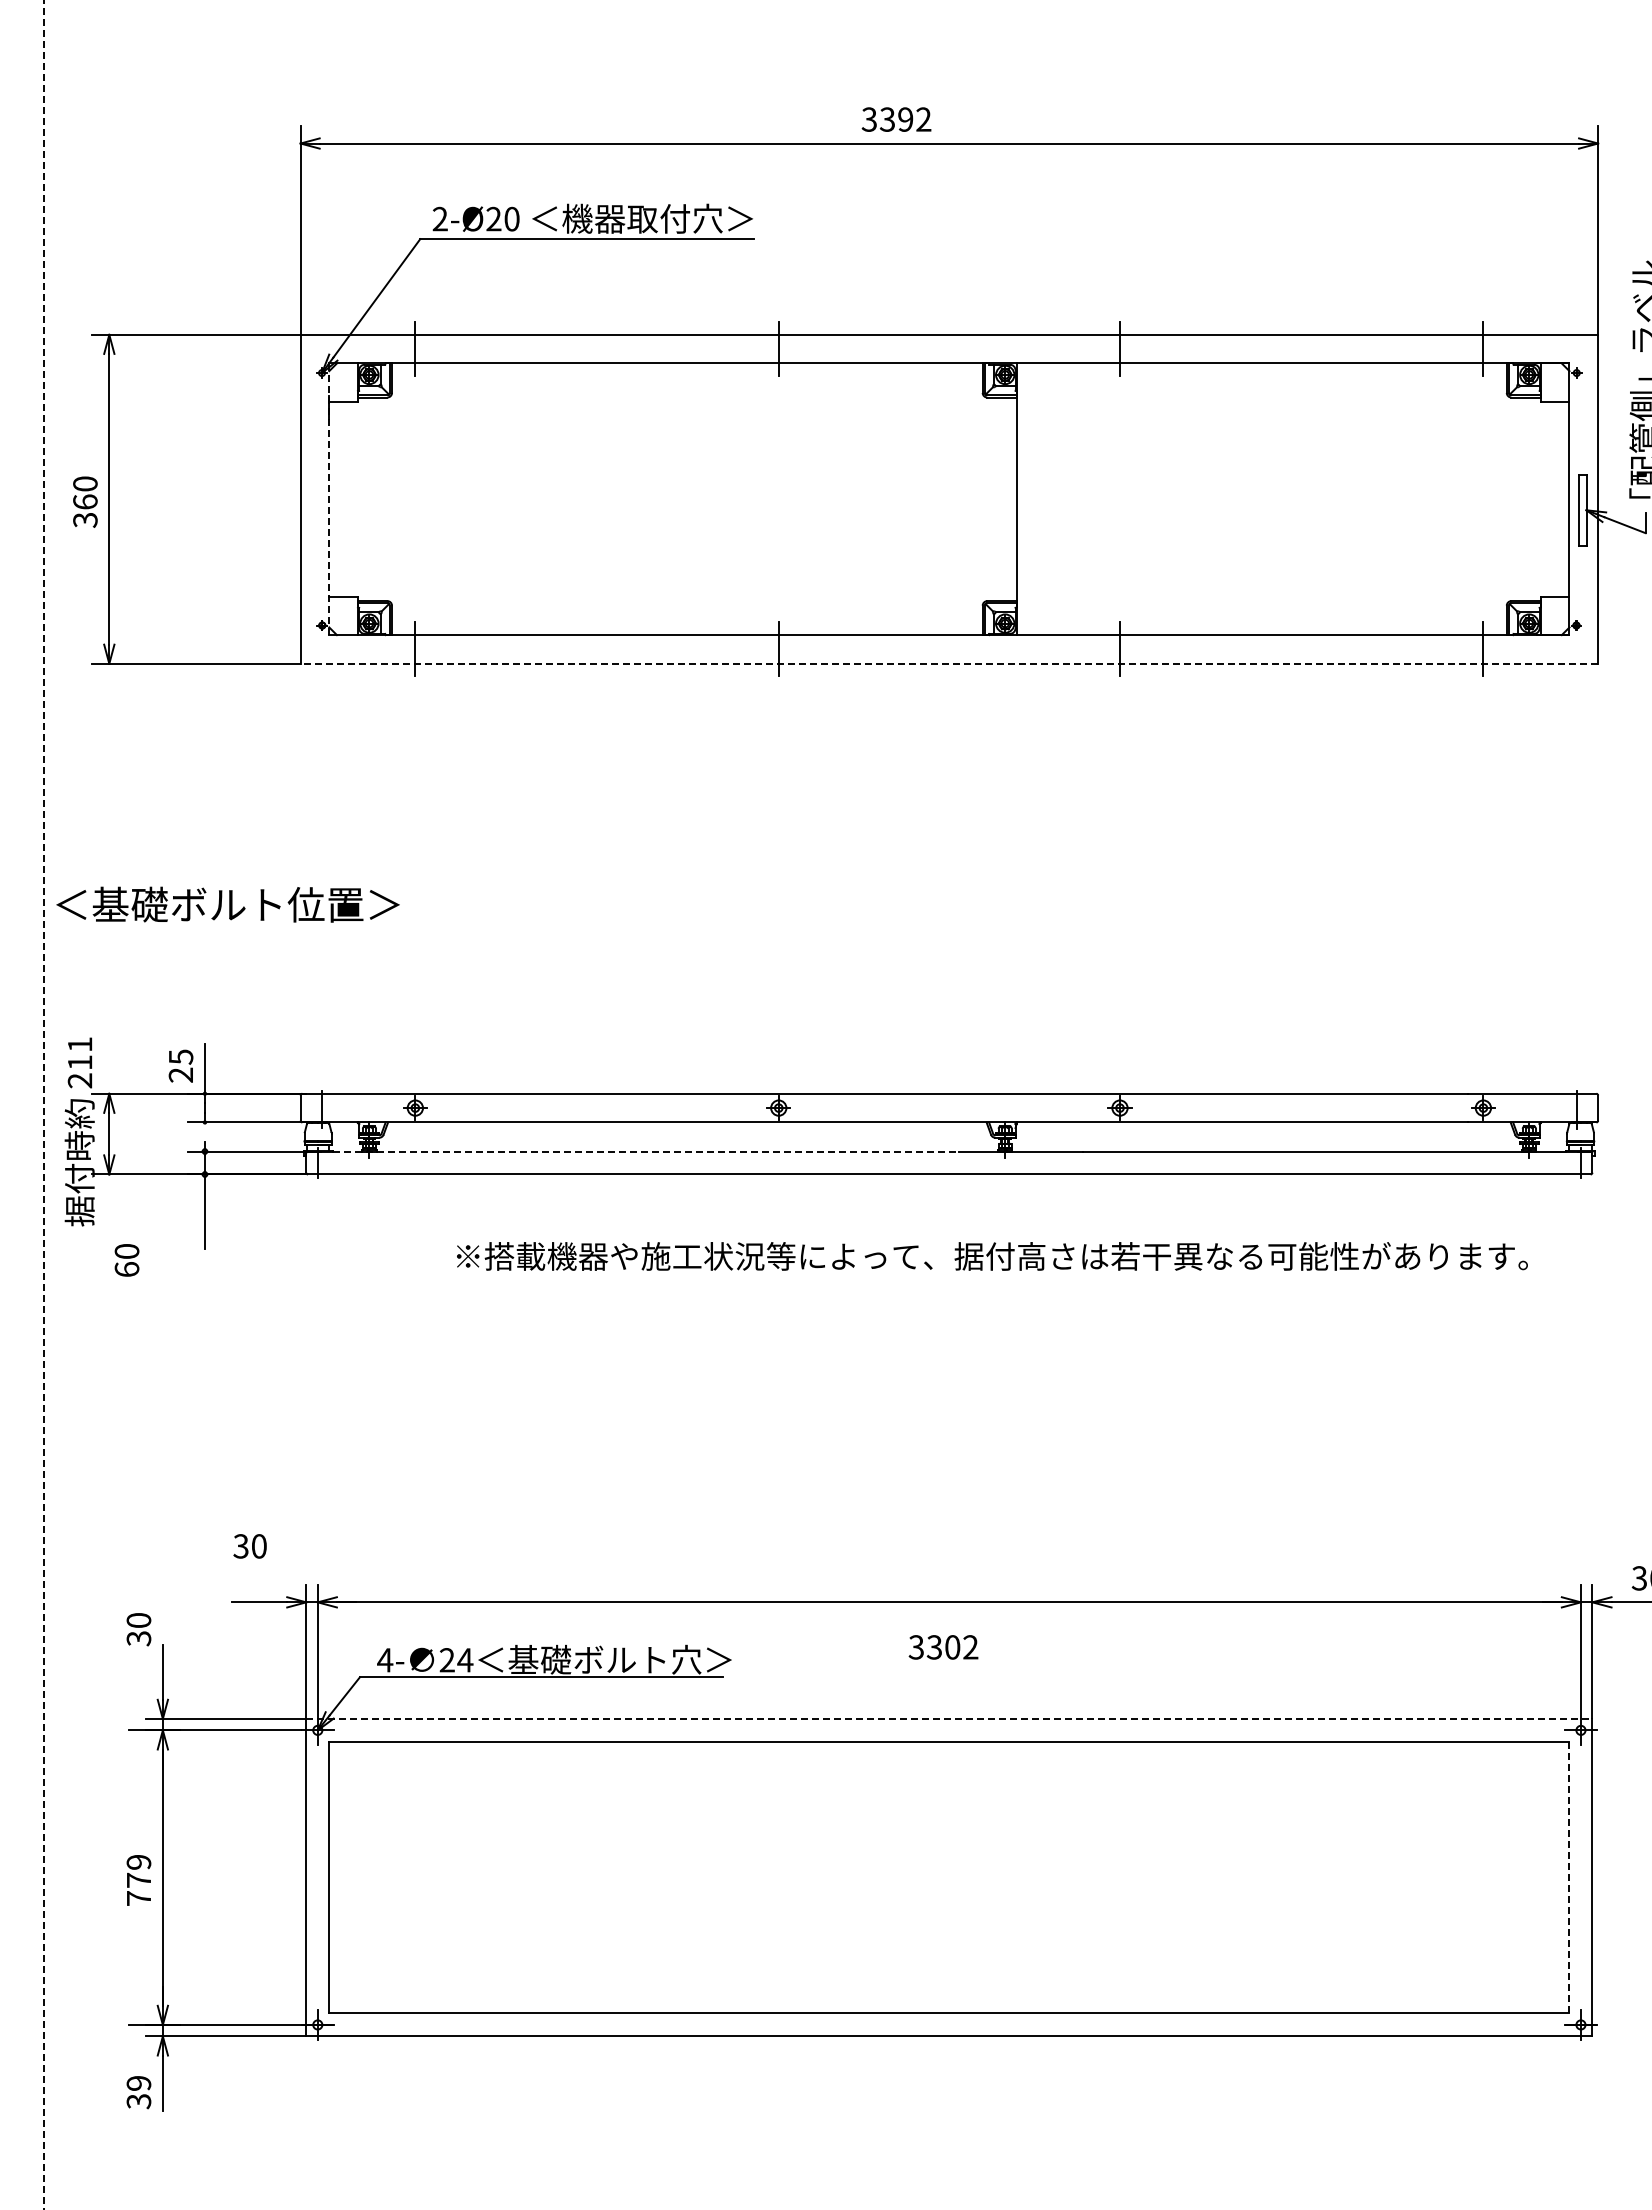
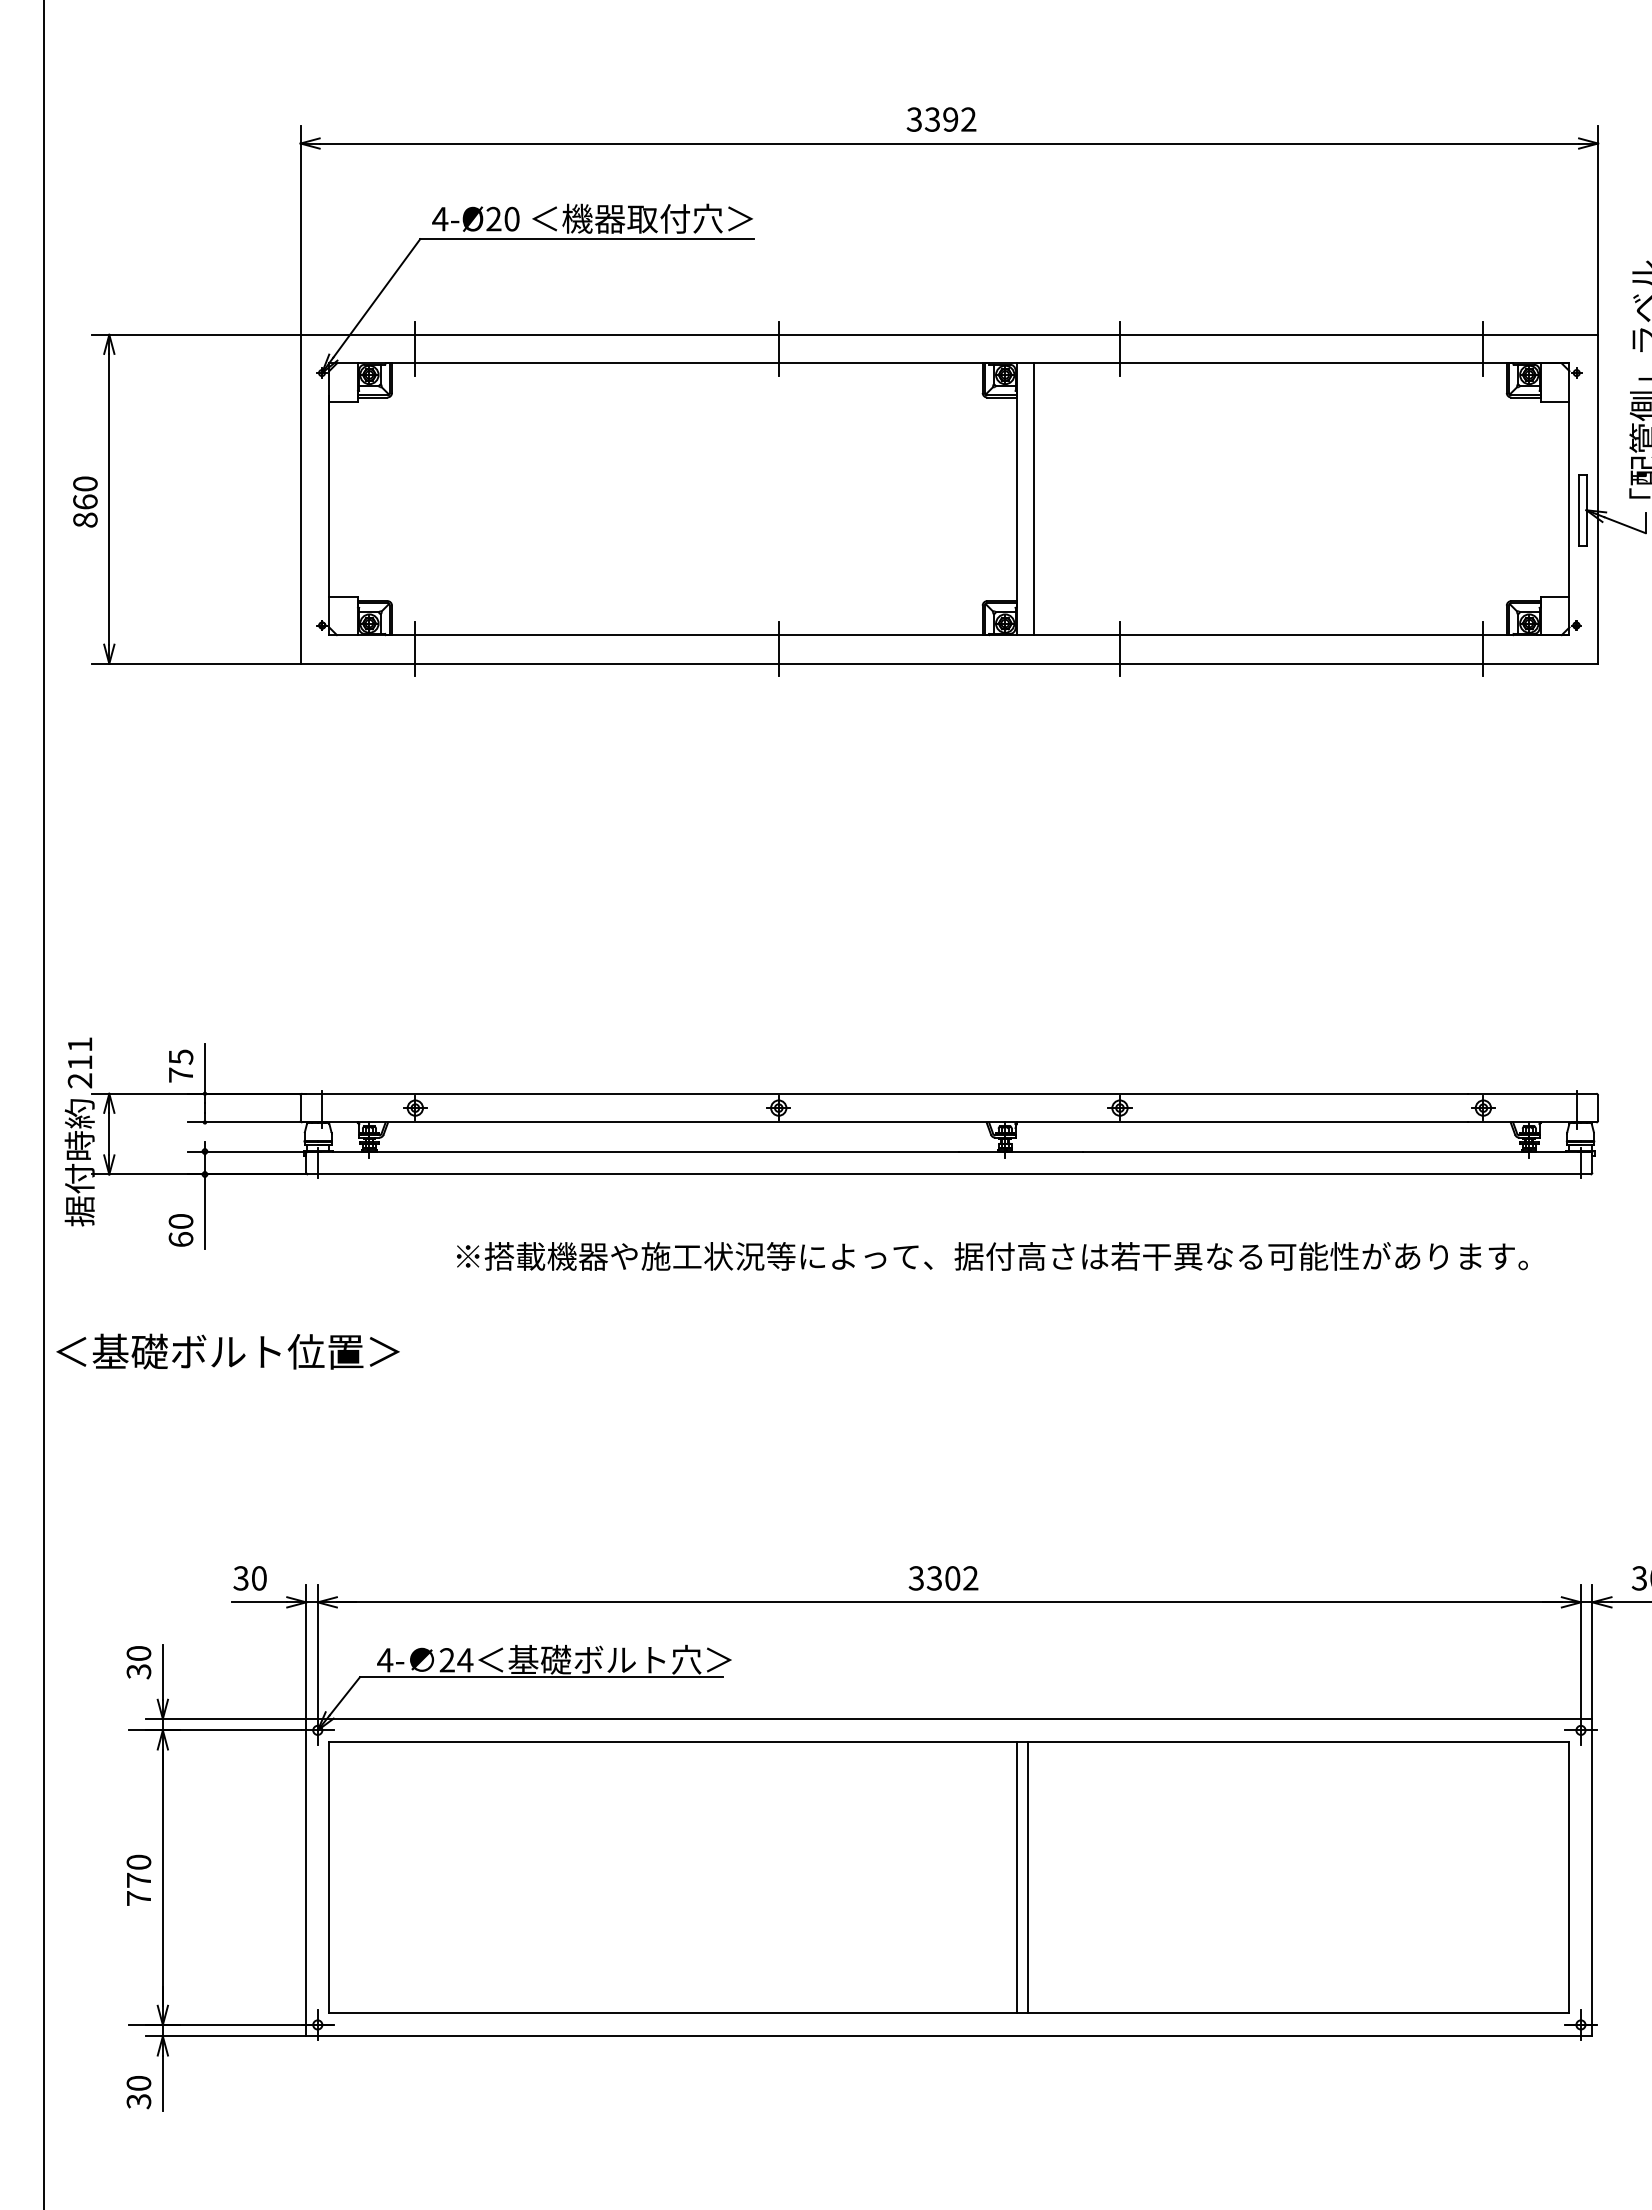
text at (896, 119) position: (896, 119) -> (941, 119)
text at (440, 218): 2-Ø20 -> 4-Ø20
line at (329, 499): dashed -> solid
line at (1033, 499): none -> present
text at (85, 519): 360 -> 860
line at (949, 663): dashed -> solid
text at (227, 904) position: (227, 904) -> (227, 1351)
text at (180, 1074): 25 -> 75
line at (43, 1104): dashed -> solid
line at (646, 1151): dashed -> solid
text at (126, 1260) position: (126, 1260) -> (180, 1230)
text at (249, 1546) position: (249, 1546) -> (249, 1578)
text at (138, 1629) position: (138, 1629) -> (138, 1662)
text at (943, 1647) position: (943, 1647) -> (943, 1578)
line at (949, 1718): dashed -> solid
text at (138, 1861): 779 -> 770
line at (1016, 1877): none -> present
line at (1028, 1877): none -> present
line at (1569, 1877): dashed -> solid
text at (138, 2083): 39 -> 30
